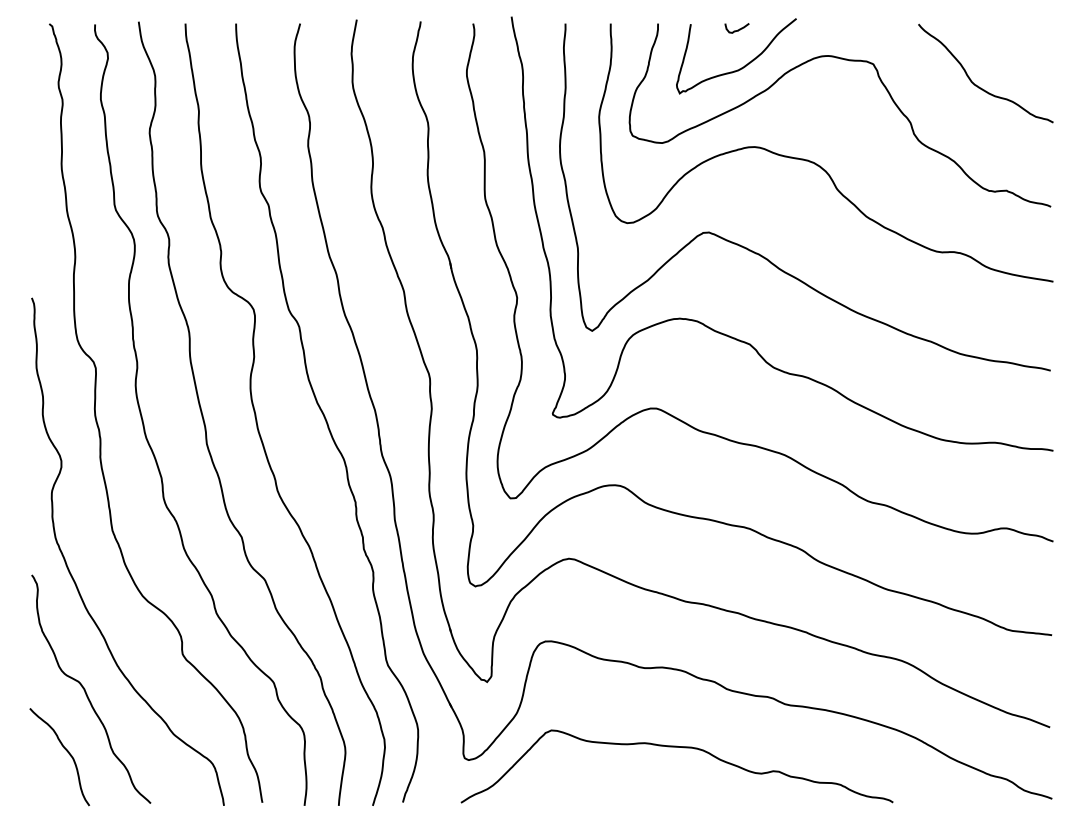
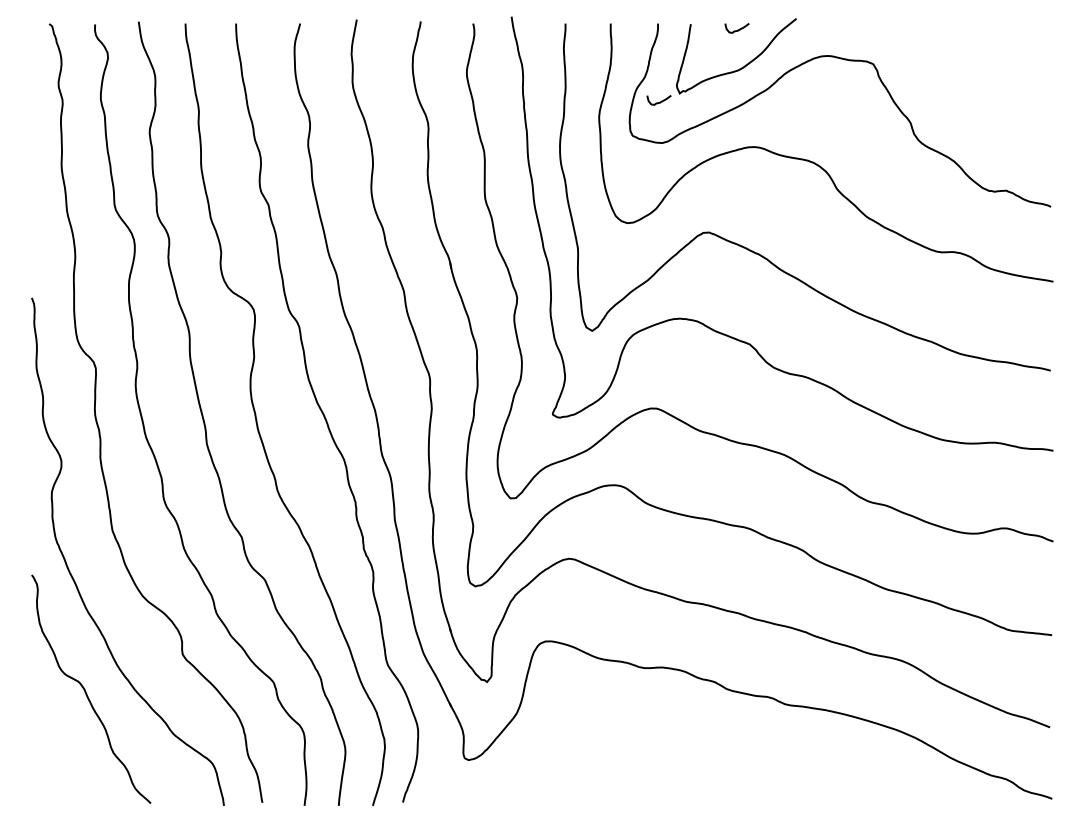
curve at (976, 84): present -> none
curve at (659, 101): none -> present
curve at (676, 747): present -> none
curve at (65, 750): present -> none
